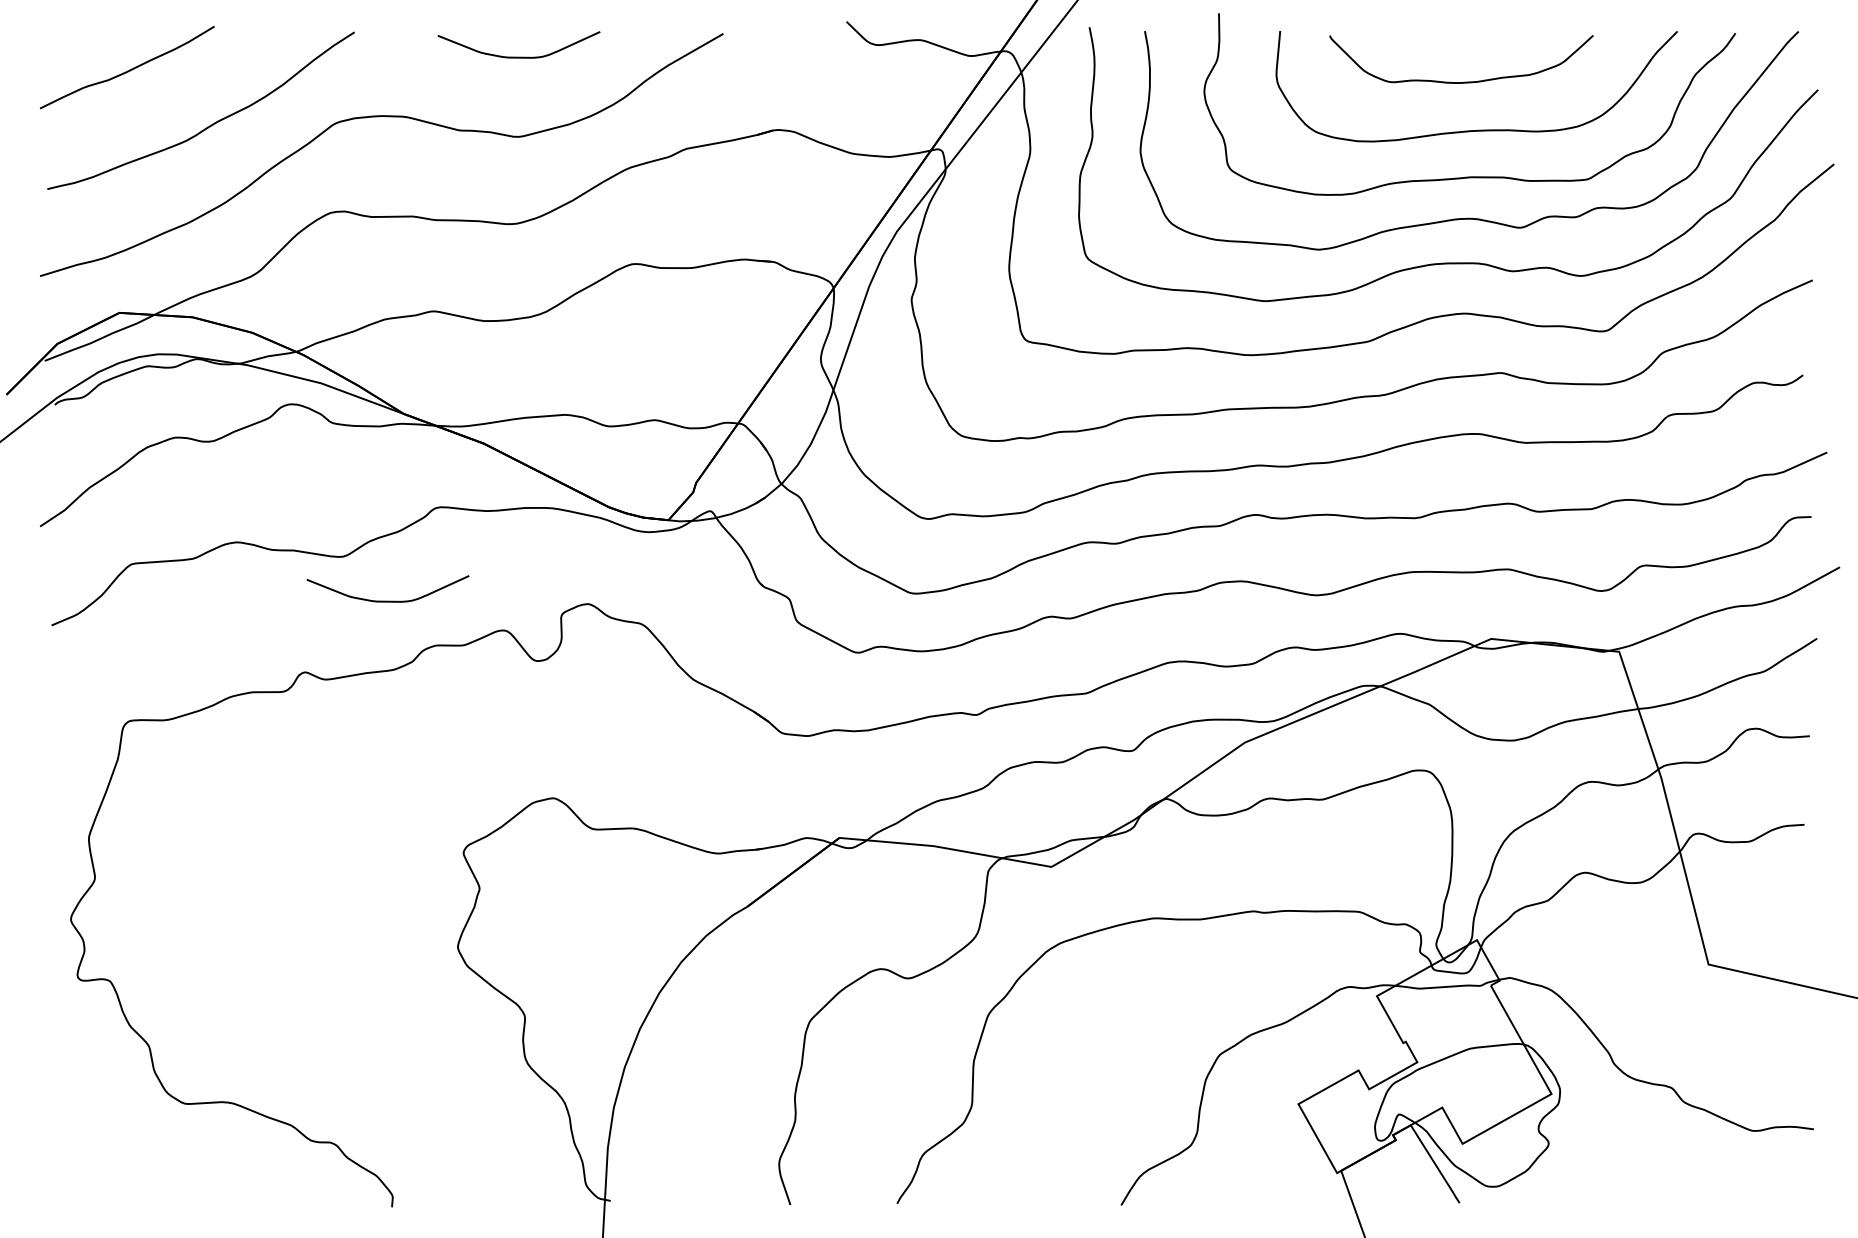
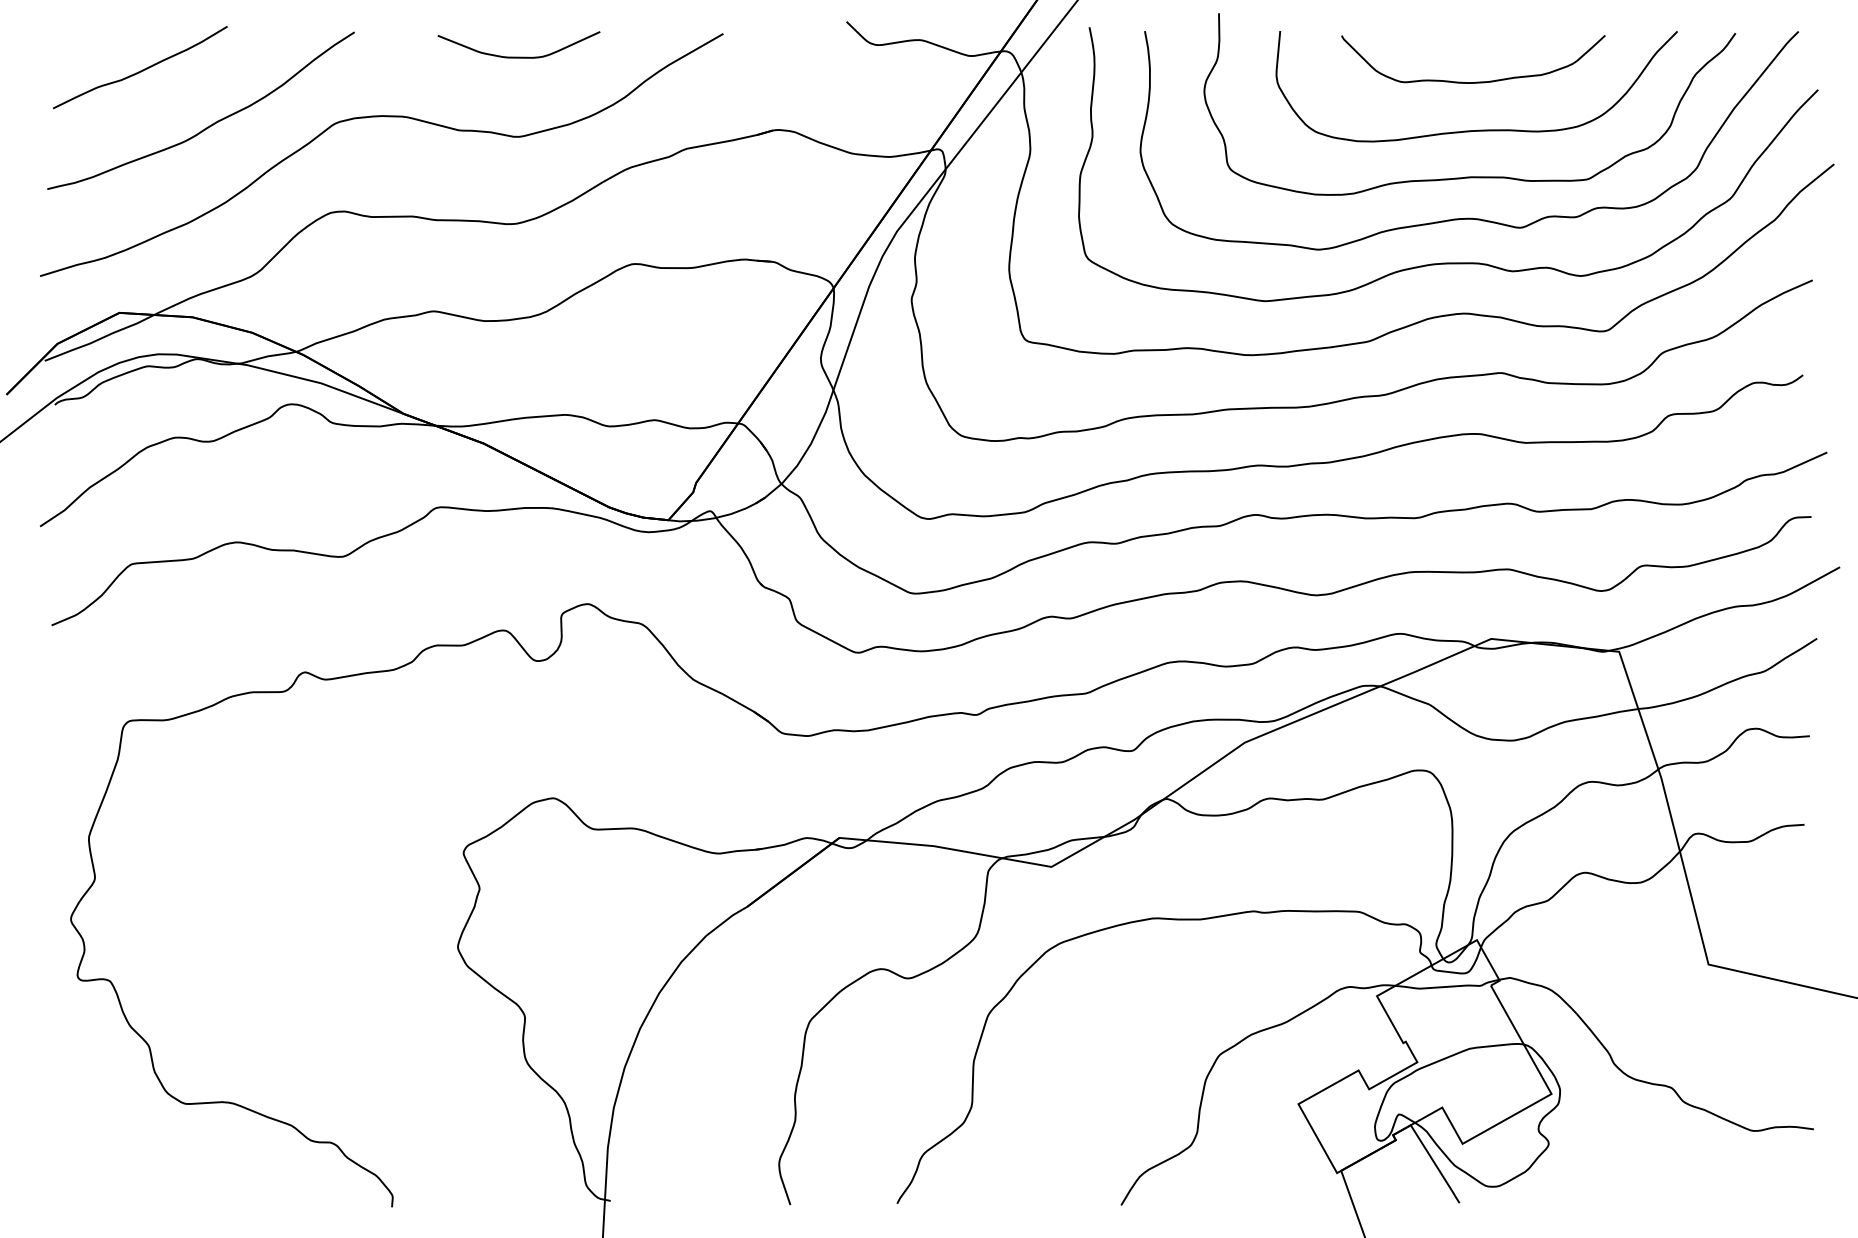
curve at (129, 69) position: (129, 69) -> (142, 69)
curve at (1463, 81) position: (1463, 81) -> (1475, 81)
curve at (387, 600): present -> none
